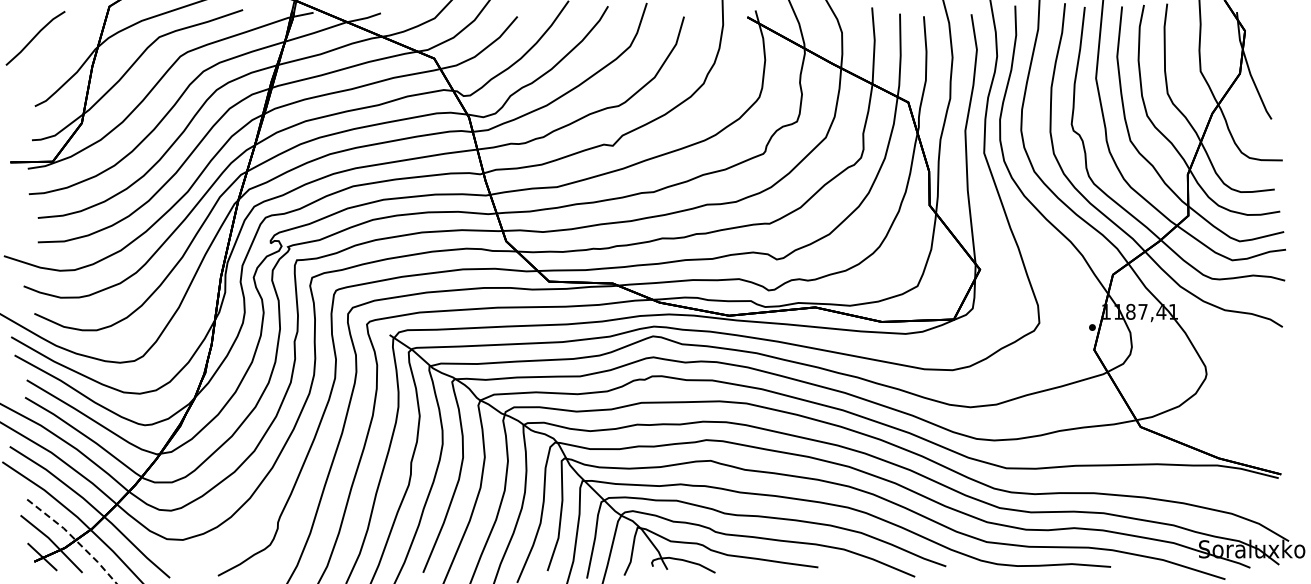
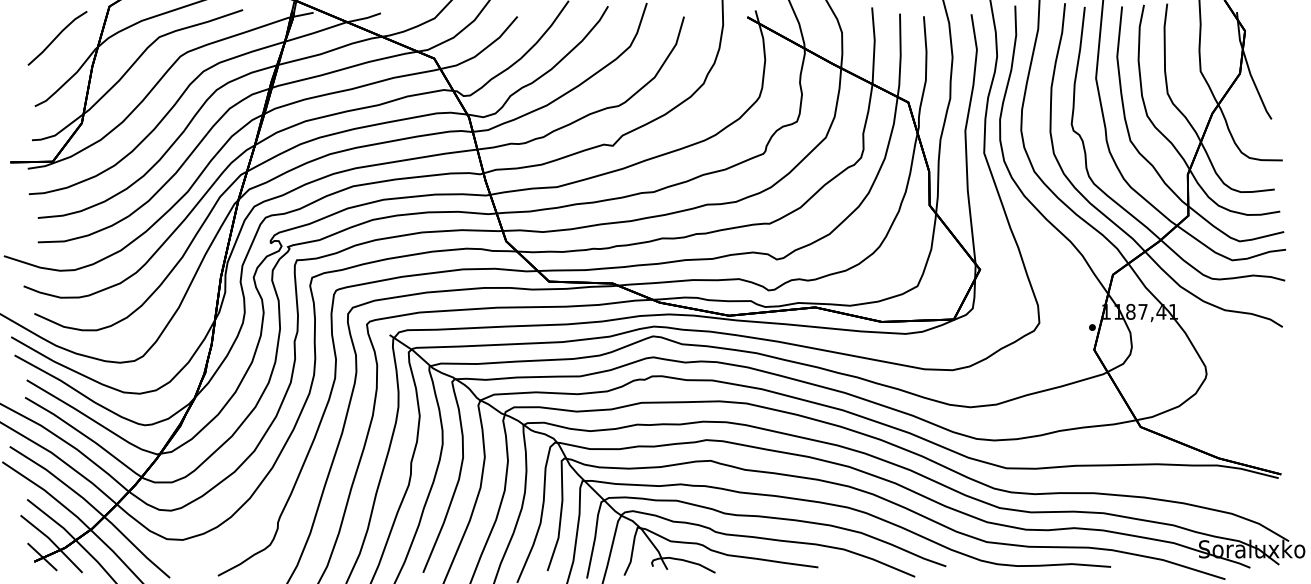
line at (35, 37) position: (35, 37) -> (57, 37)
line at (74, 538): dashed -> solid
